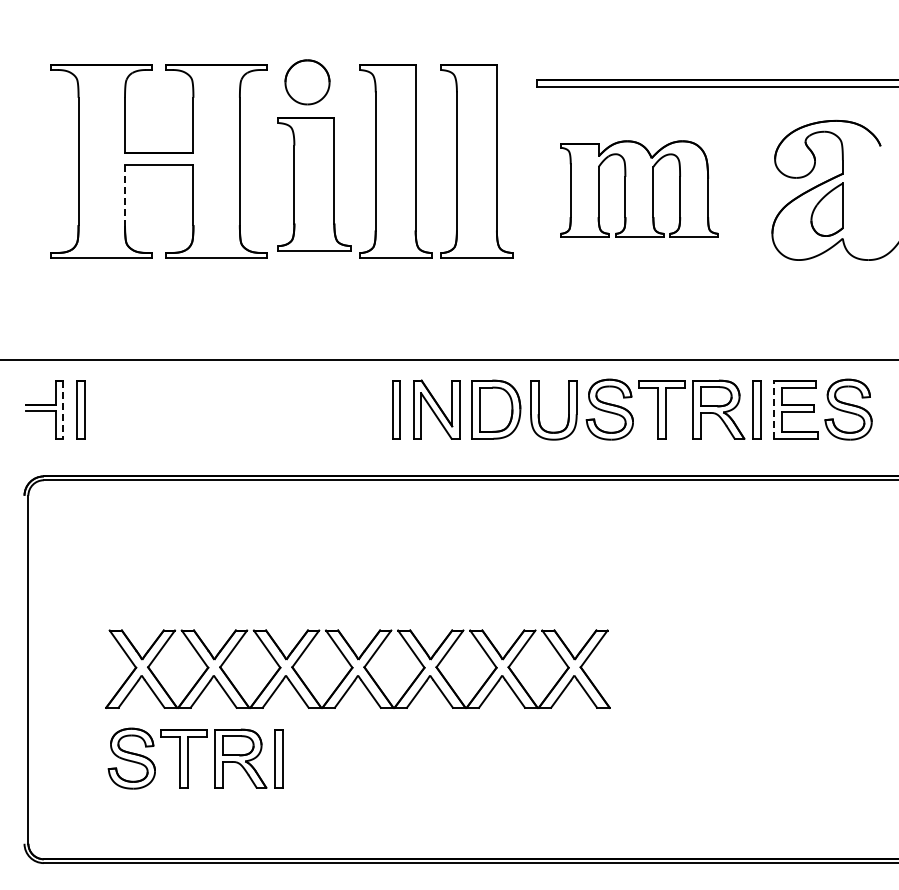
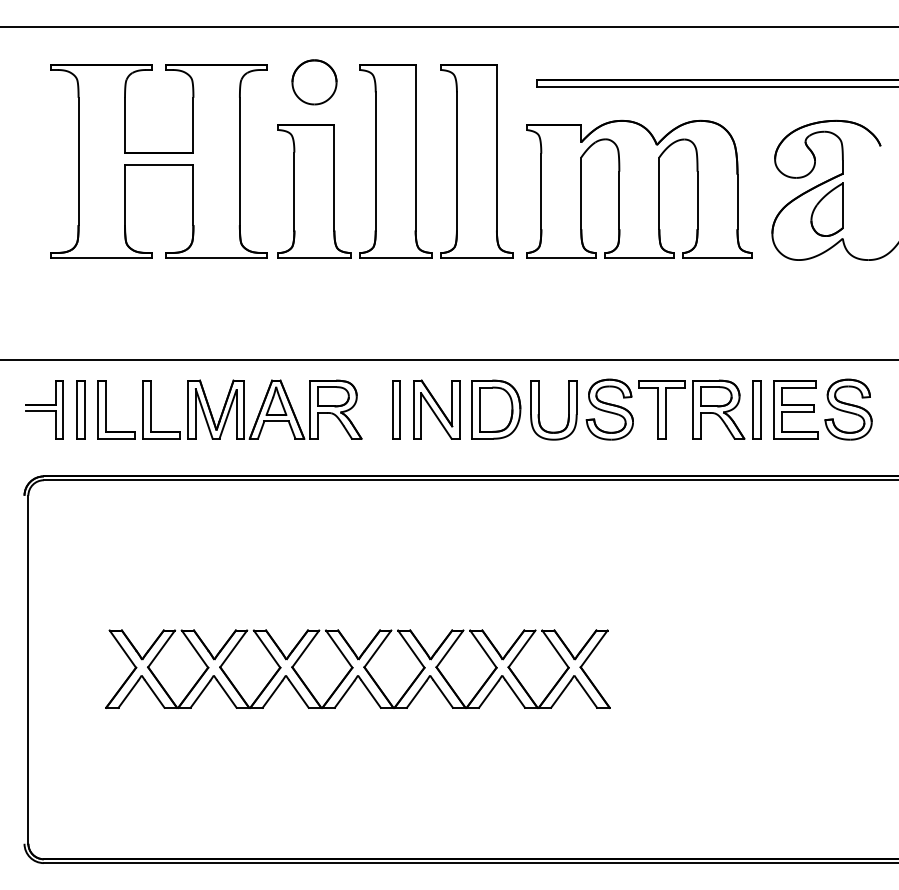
line at (448, 26): none -> present
part at (307, 82) position: (307, 82) -> (314, 82)
part at (314, 184) position: (314, 184) -> (314, 191)
part at (639, 188) size: 159x98 px -> 227x140 px
line at (125, 195): dashed -> solid
part at (229, 409): none -> present
line at (774, 409): dashed -> solid
line at (63, 410): dashed -> solid
part at (188, 758): present -> none
